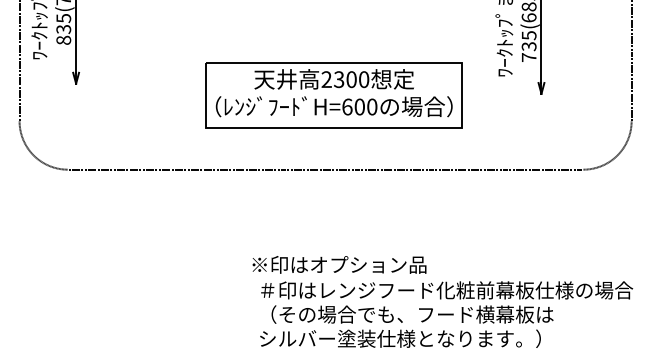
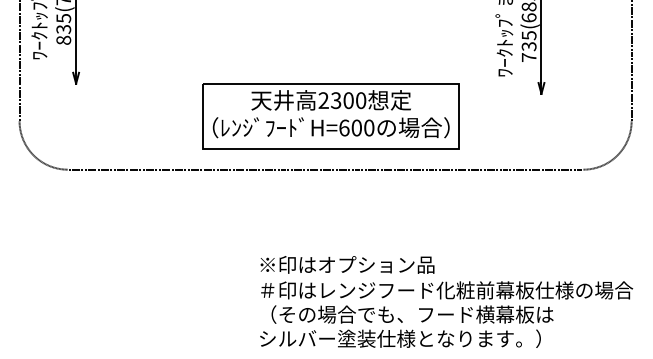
part at (333, 95) position: (333, 95) -> (330, 116)
text at (339, 264) position: (339, 264) -> (347, 264)
